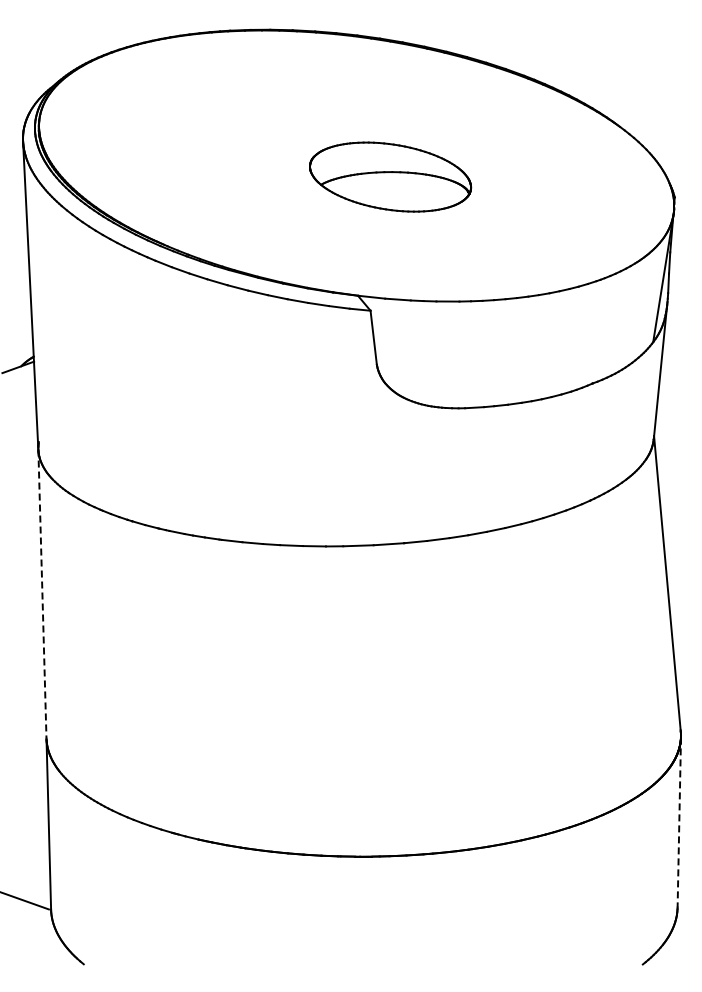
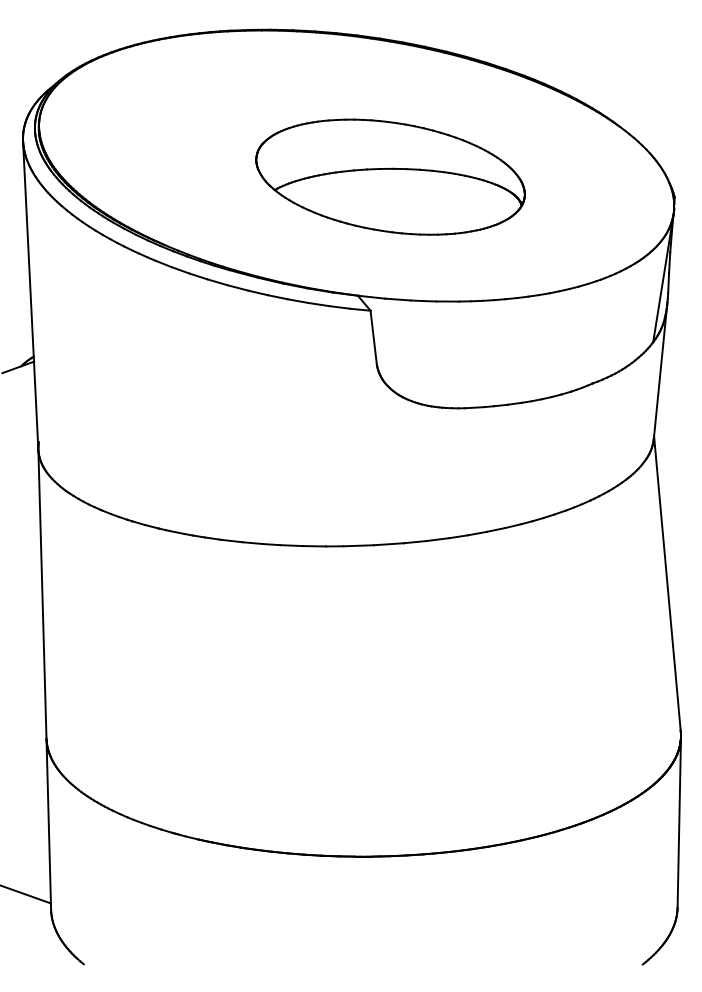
part at (390, 176) size: 164x72 px -> 271x118 px
line at (42, 594): dashed -> solid
line at (679, 823): dashed -> solid
line at (25, 900) position: (25, 900) -> (26, 894)
